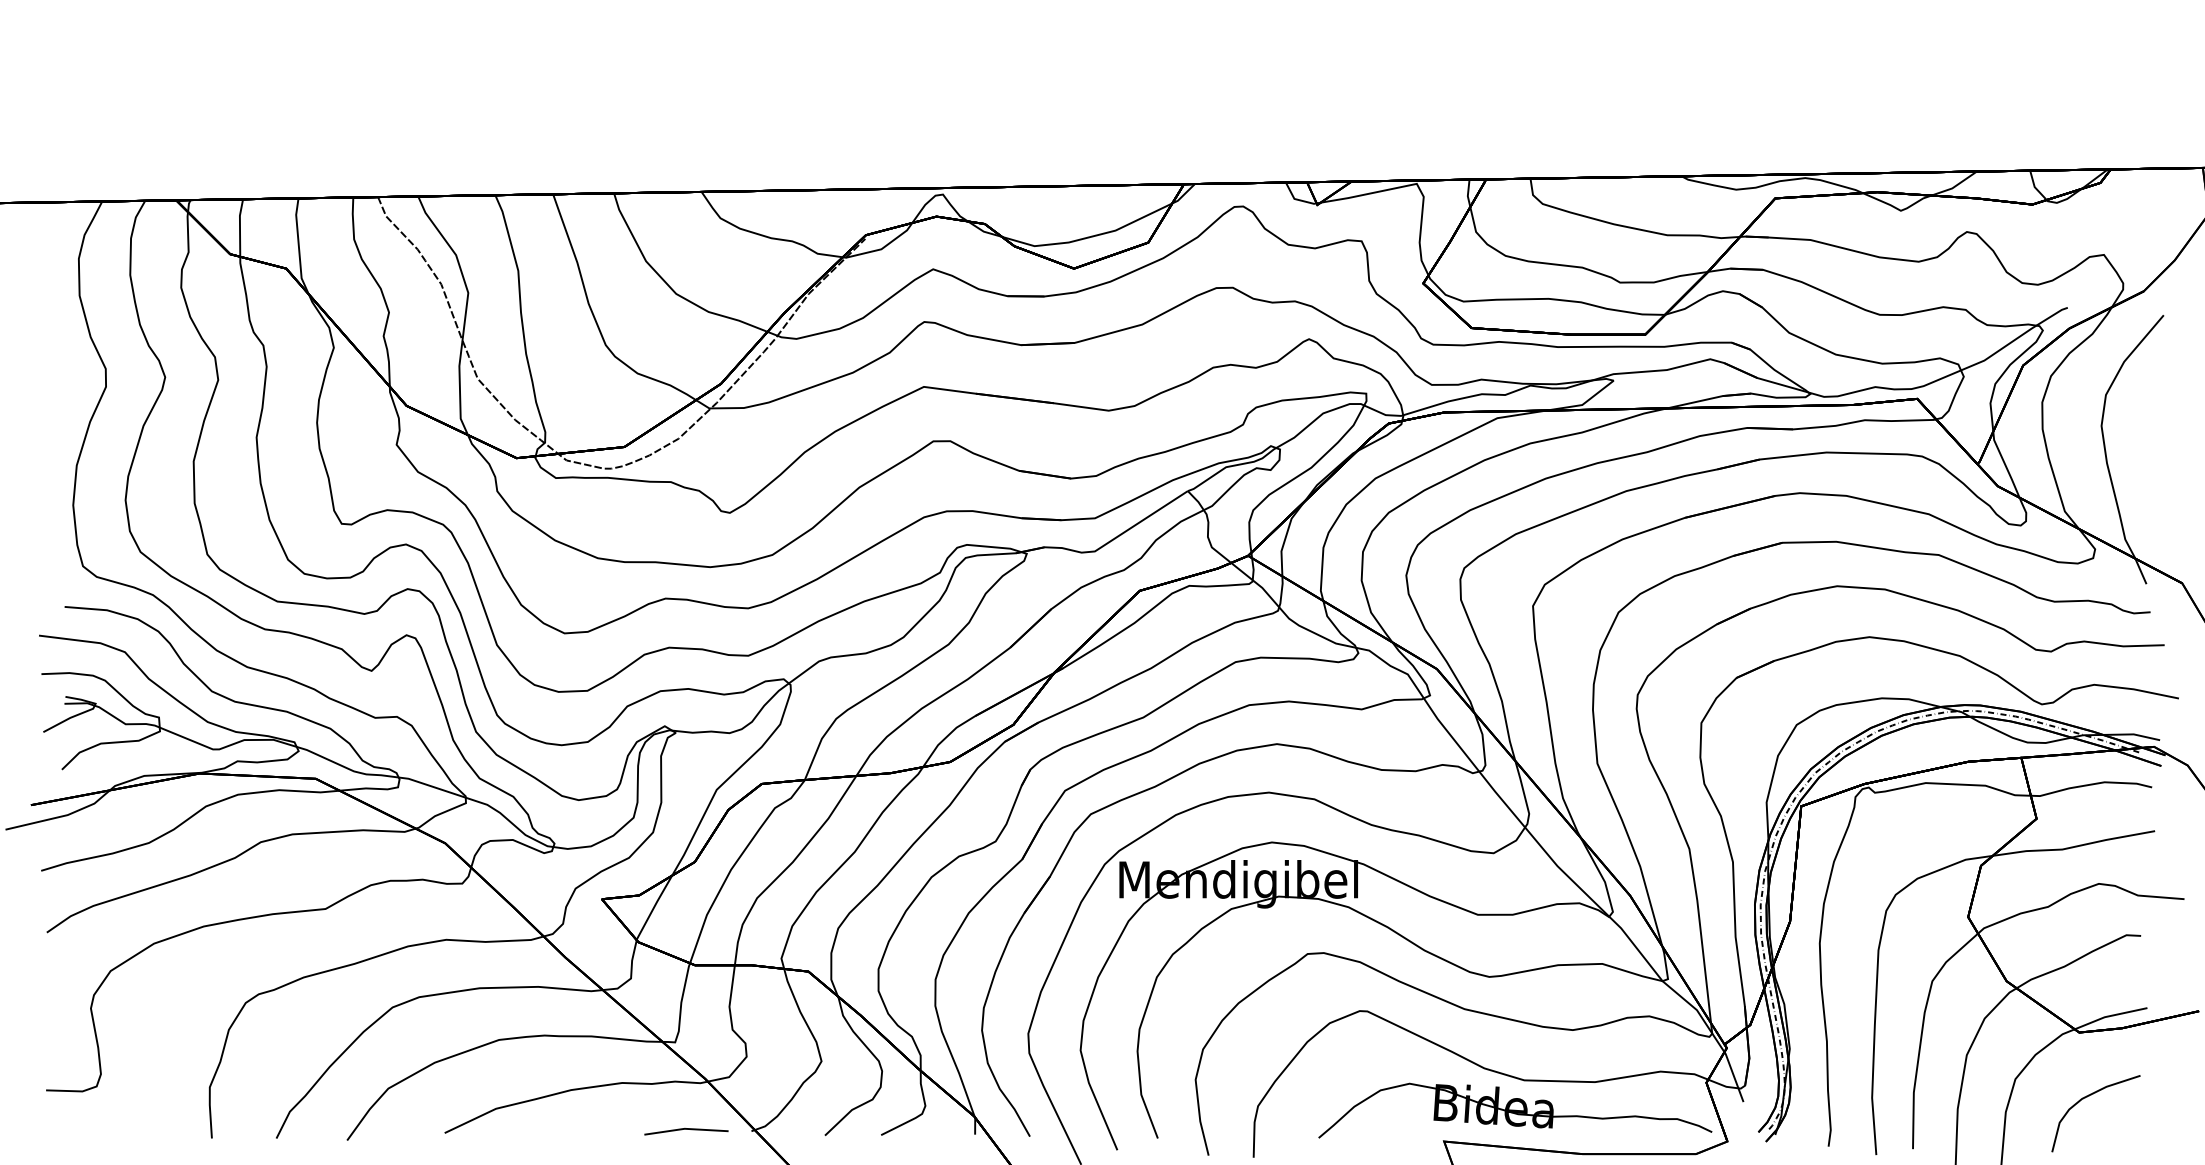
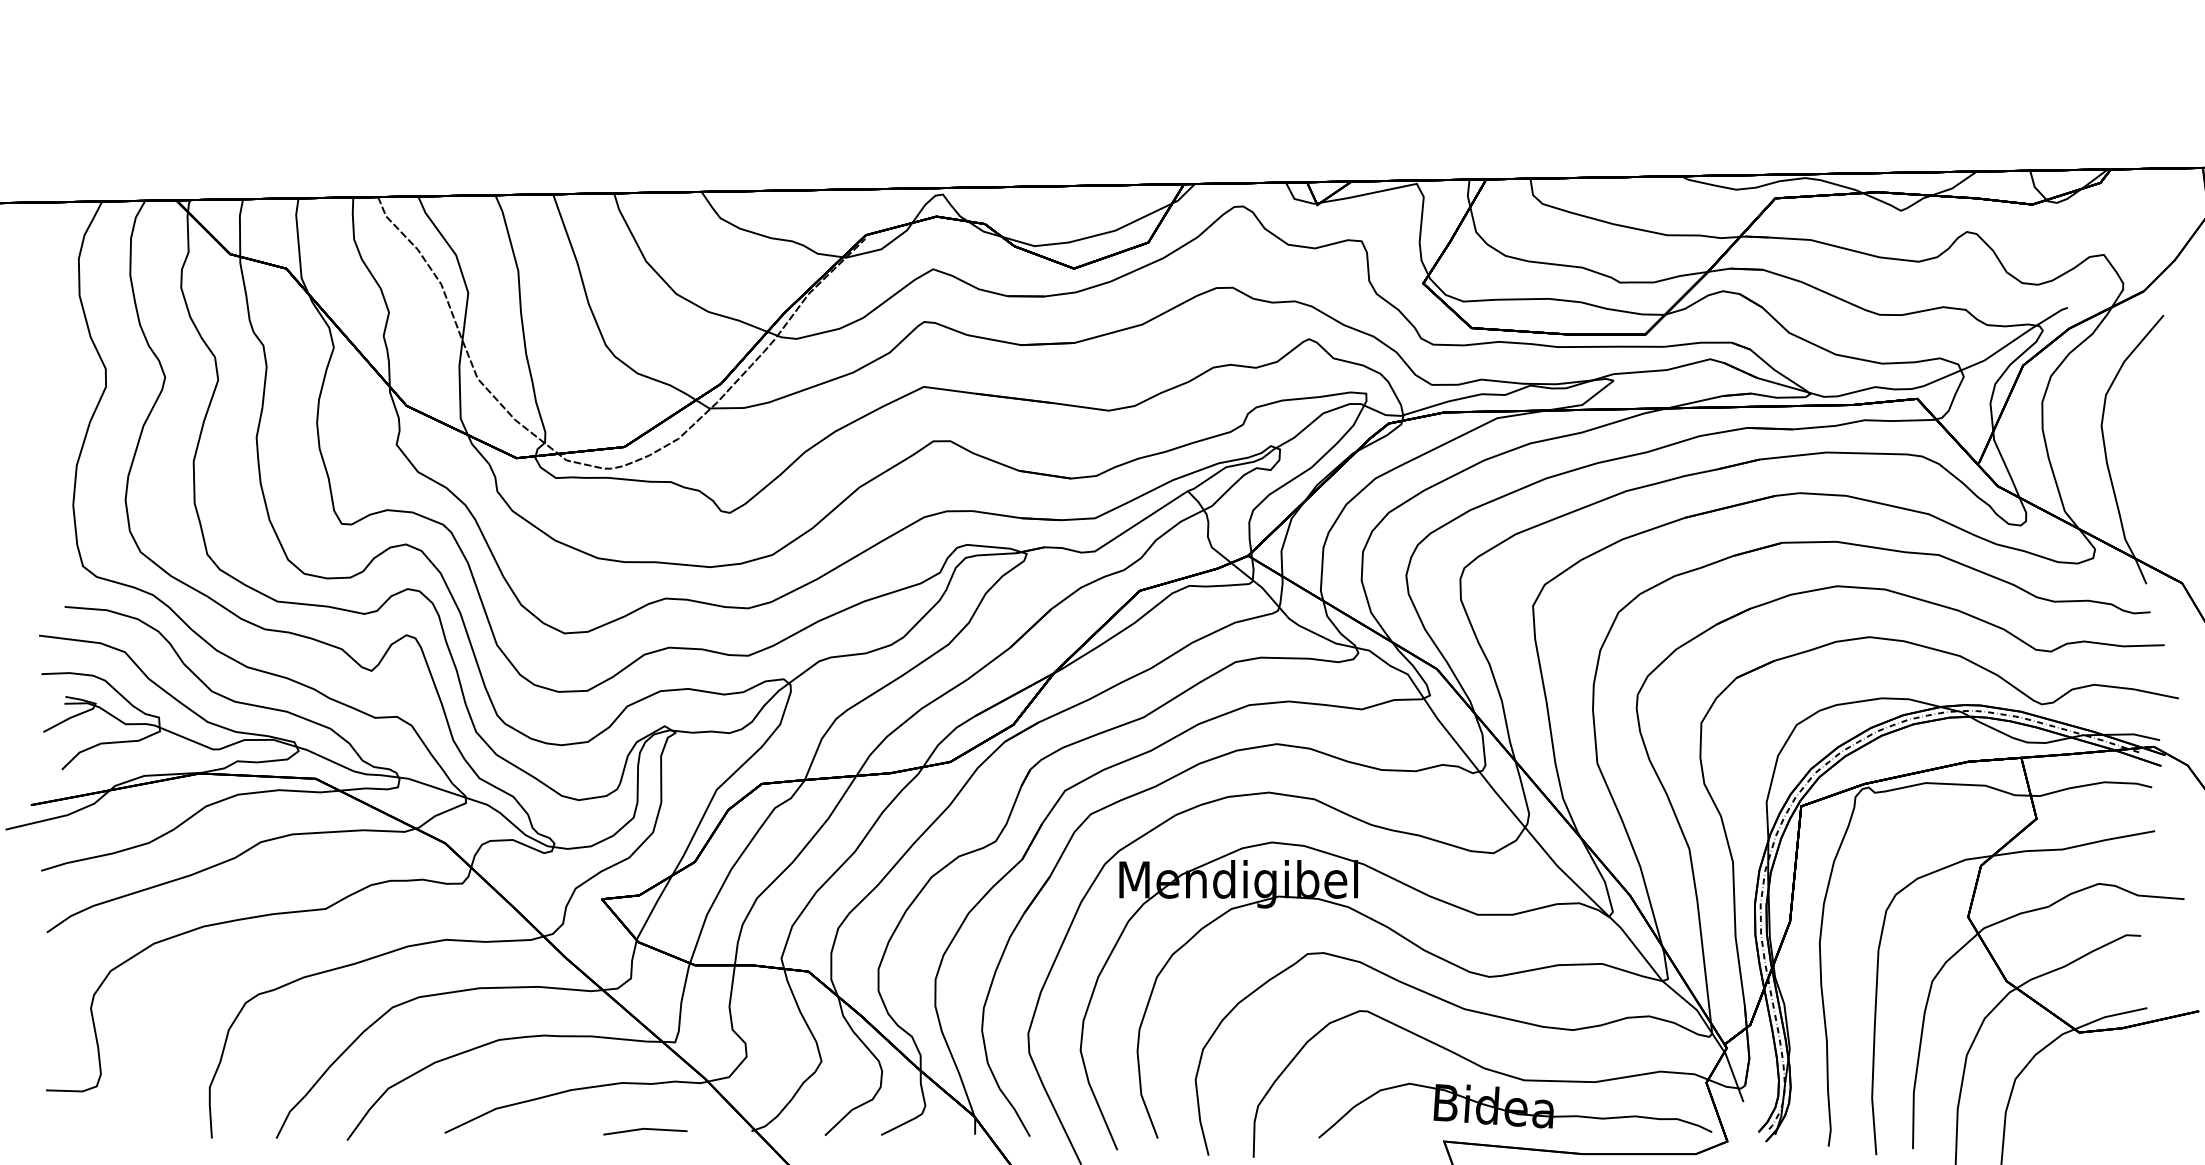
curve at (2087, 1097): present -> none
line at (686, 1129) position: (686, 1129) -> (645, 1129)
